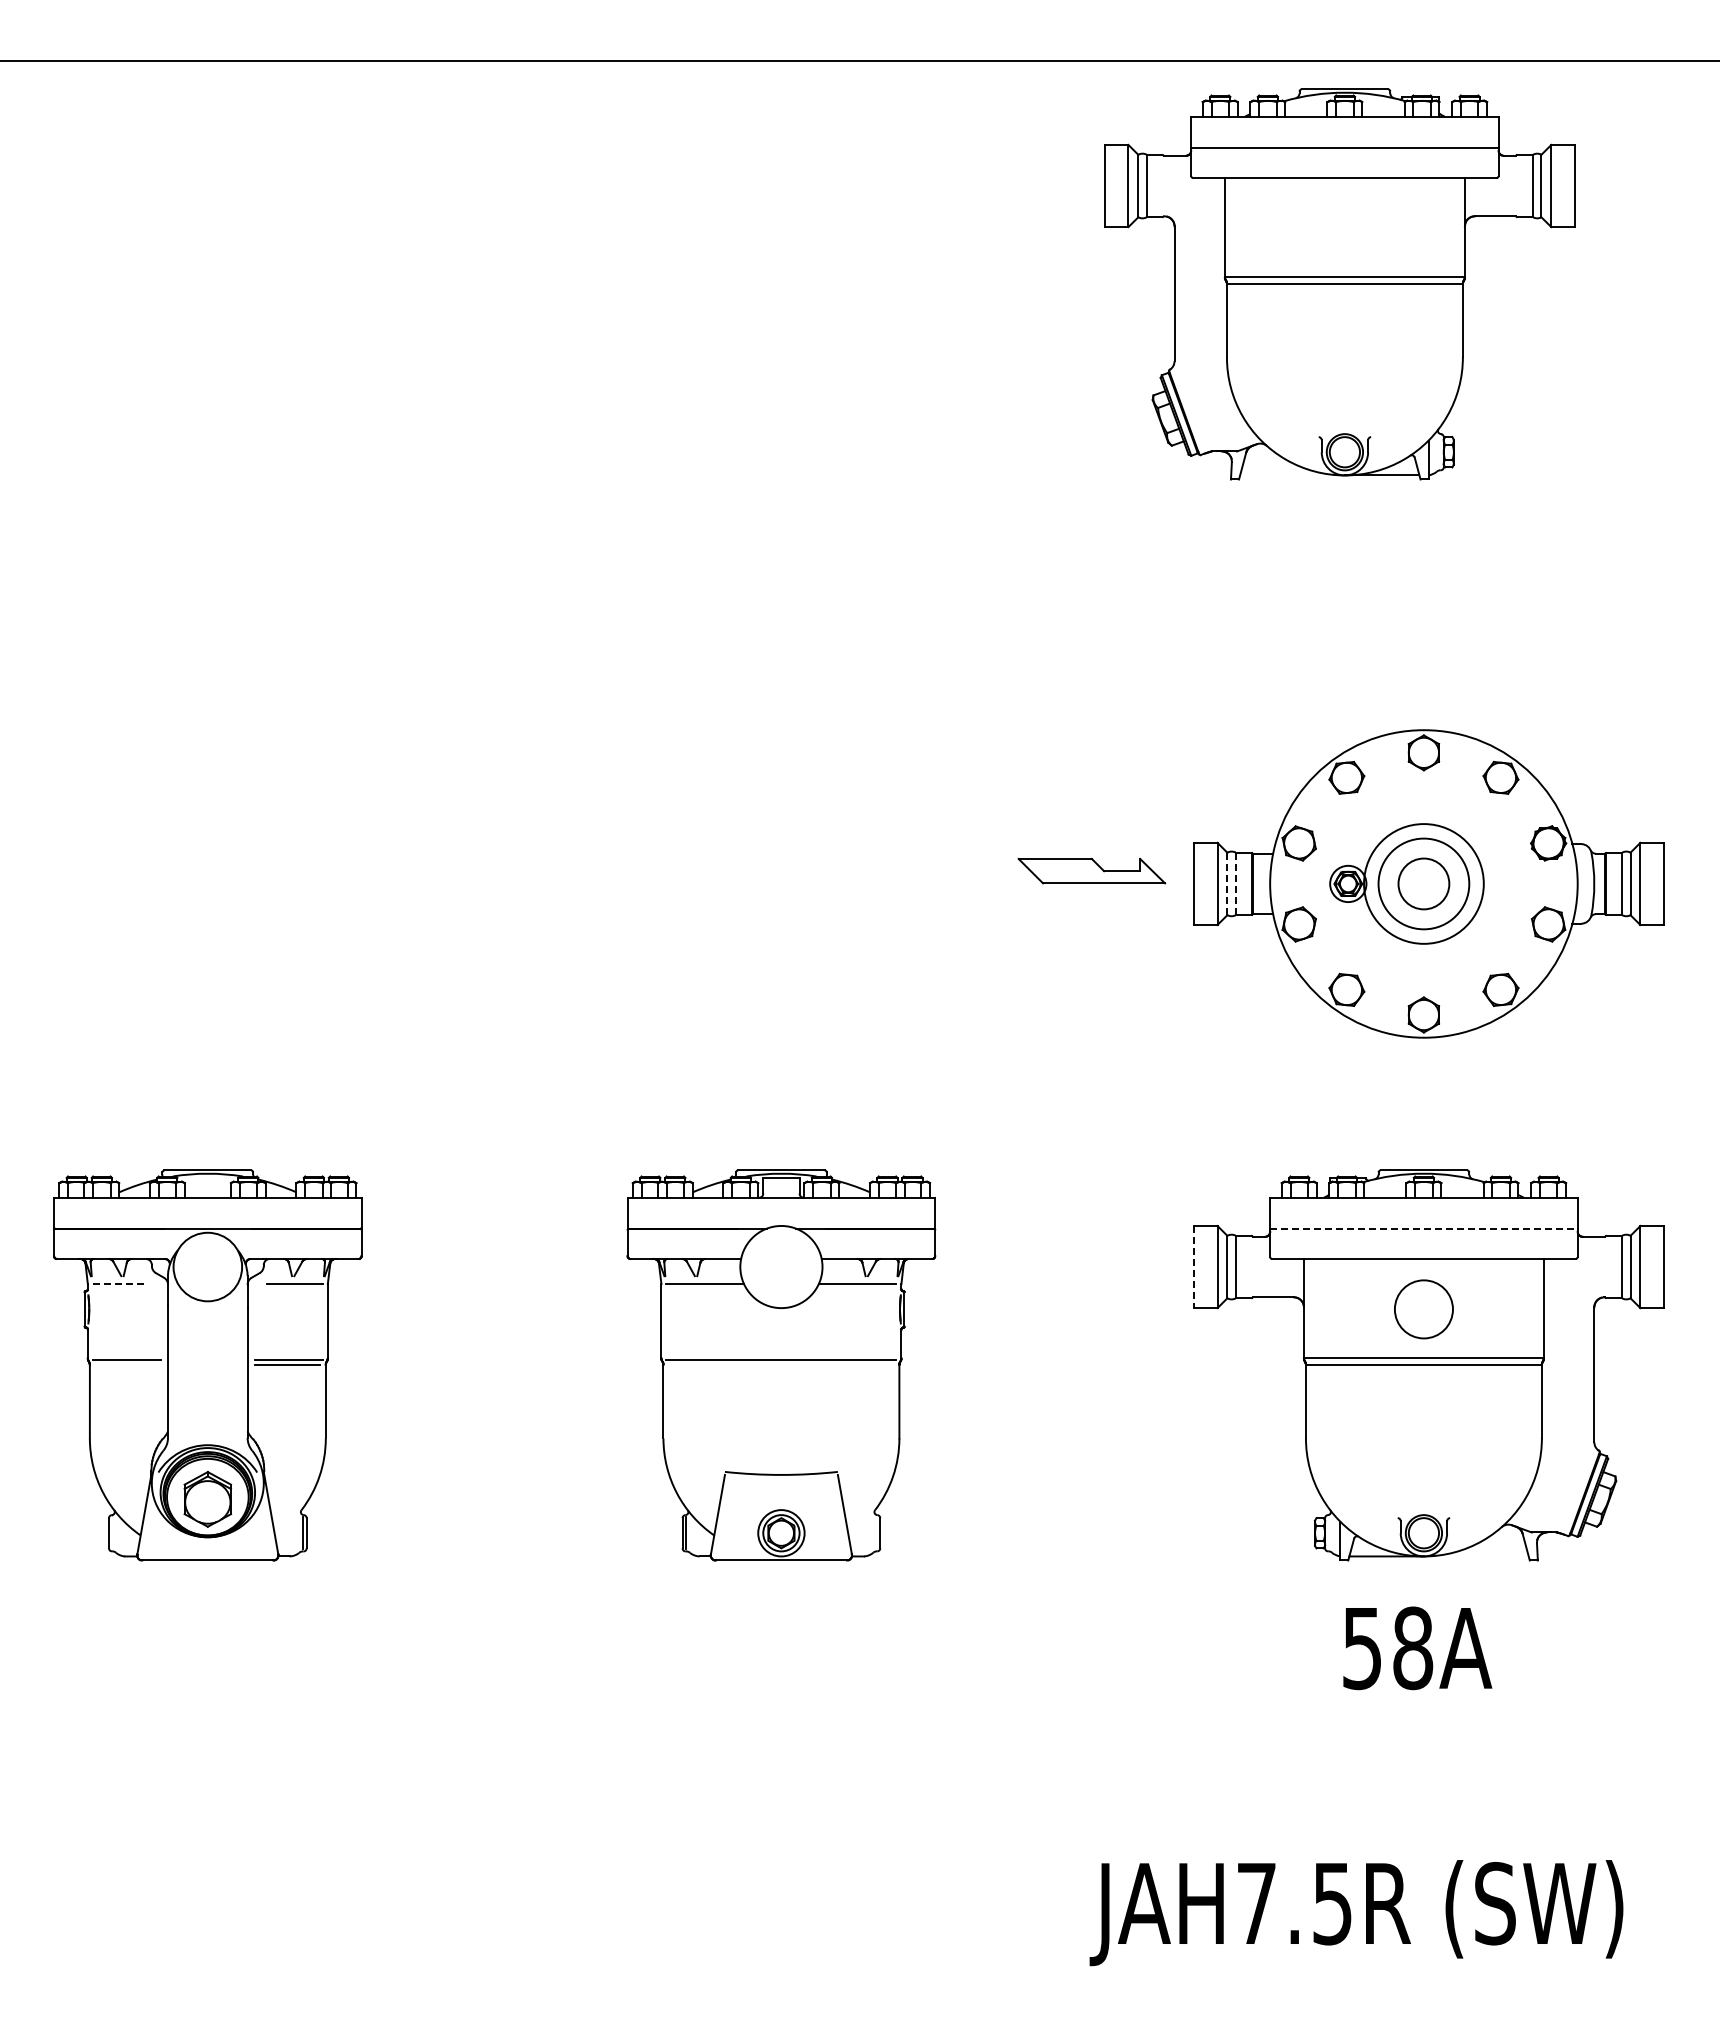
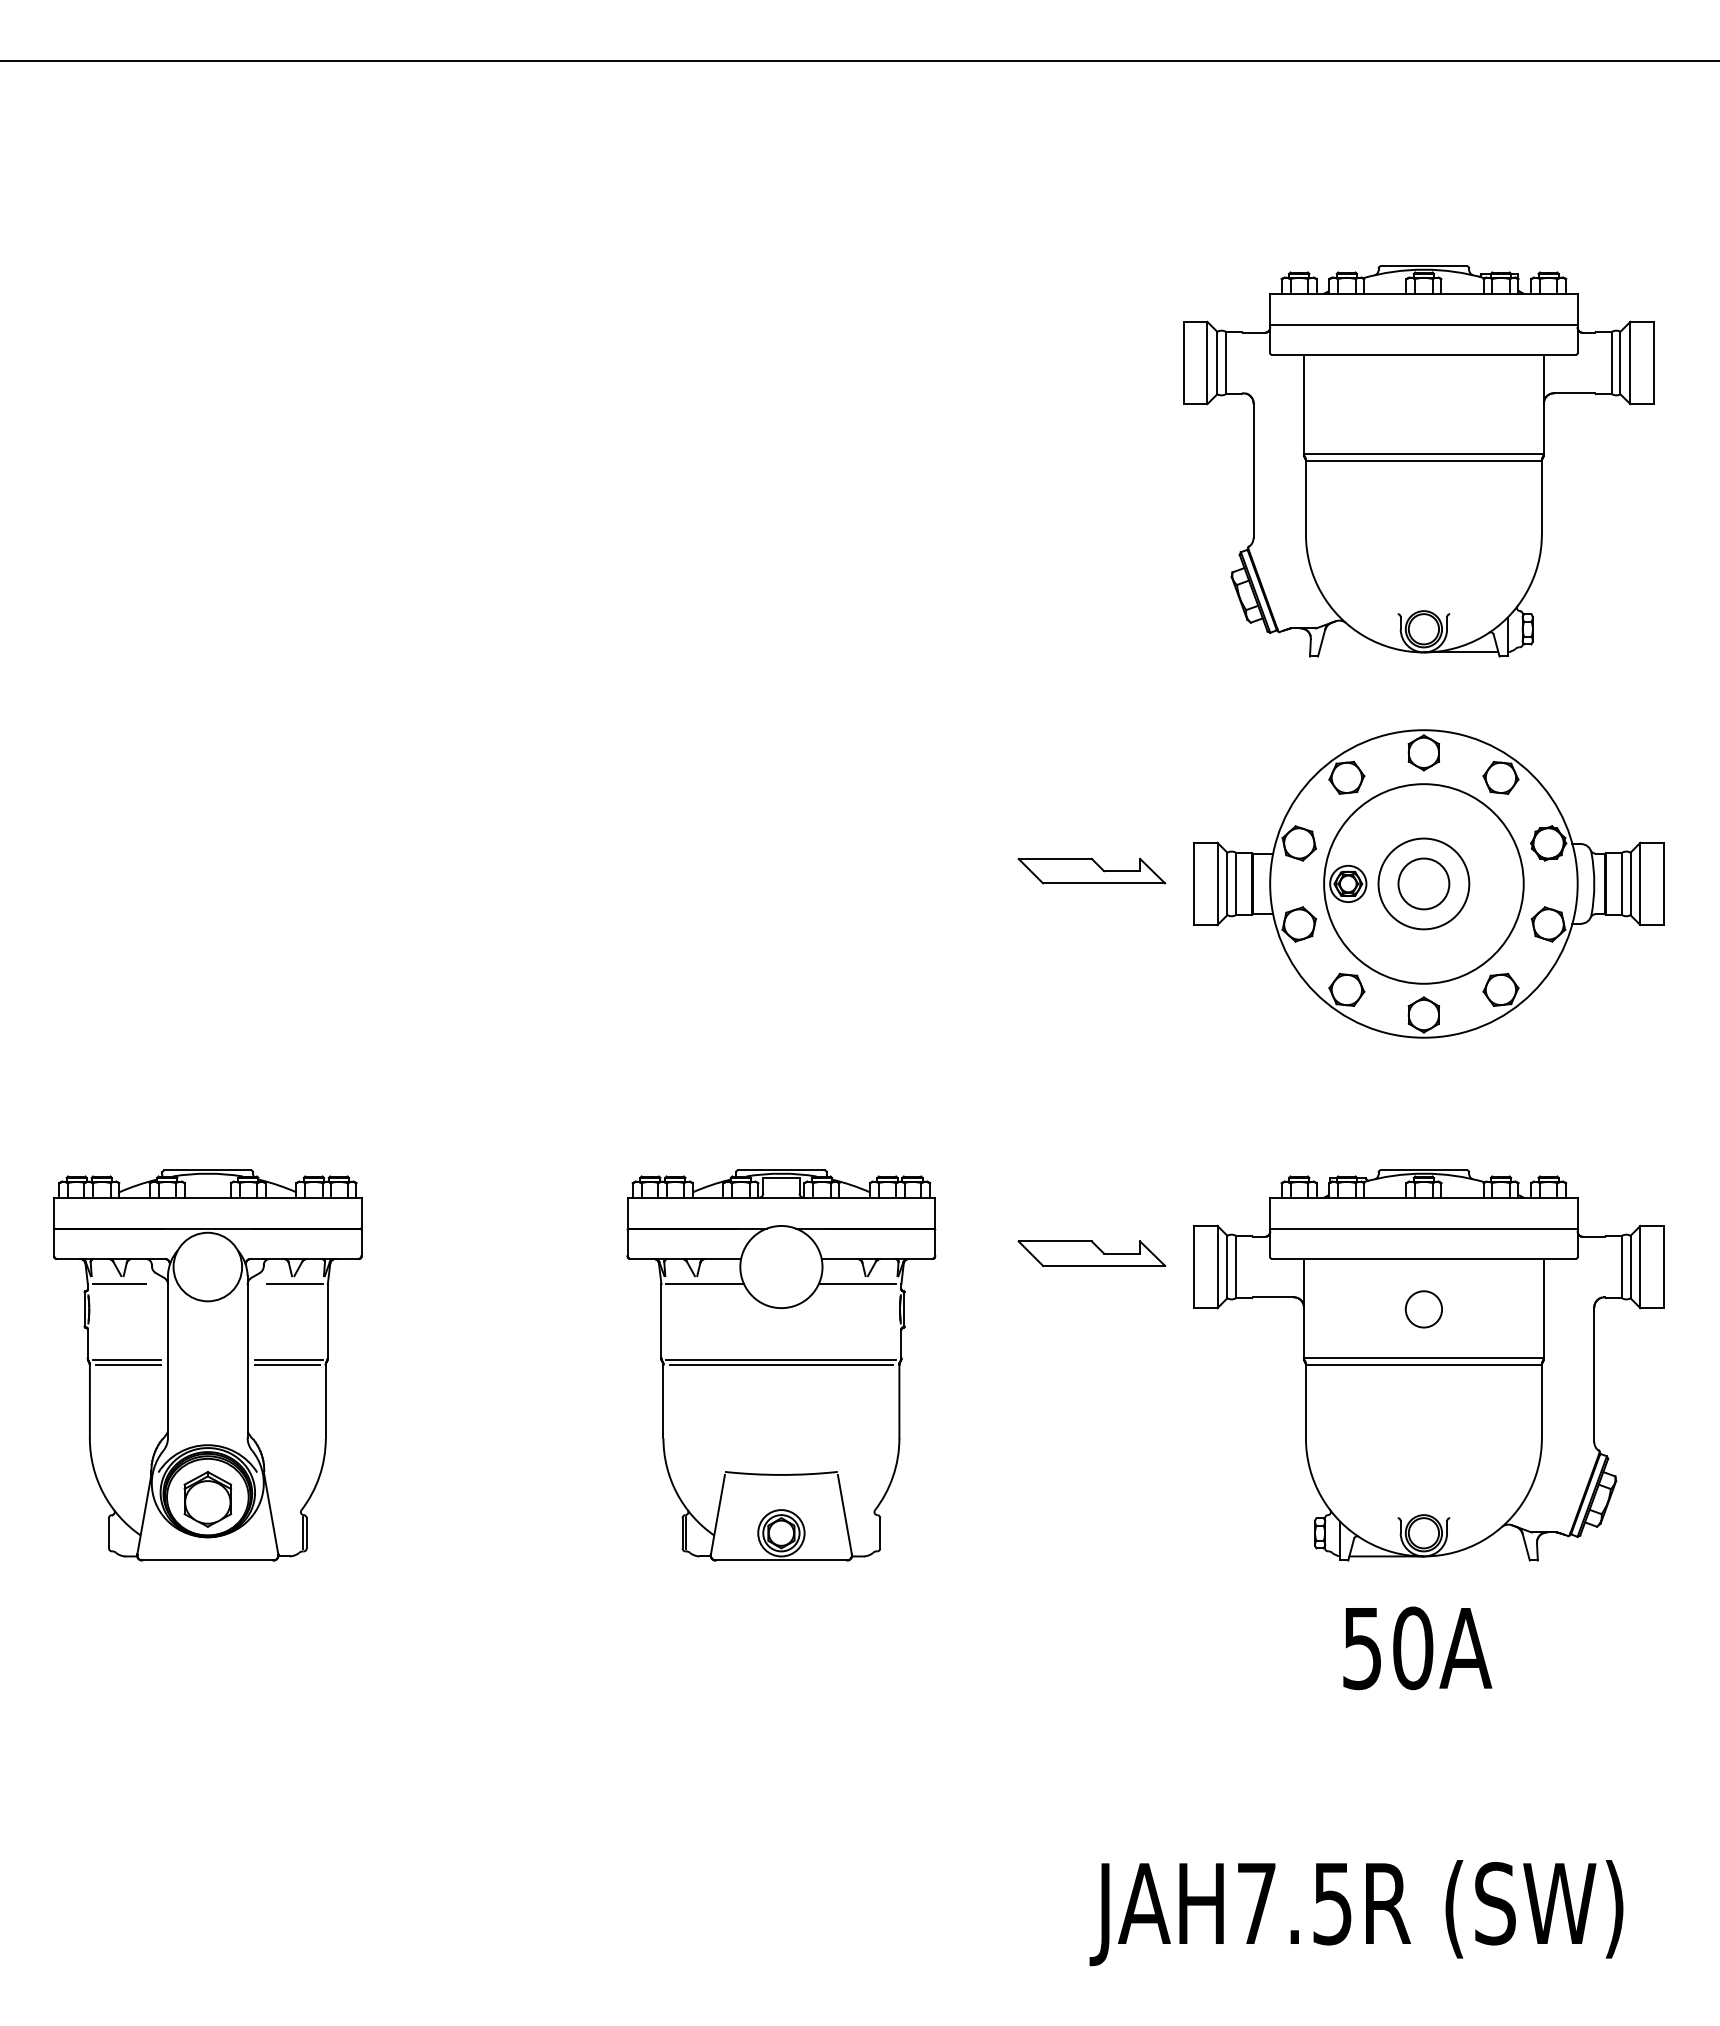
part at (1339, 284) position: (1339, 284) -> (1418, 461)
circle at (1423, 883) diameter: 120 px -> 200 px
line at (1227, 884): dashed -> solid
line at (1235, 884): dashed -> solid
line at (1423, 1228): dashed -> solid
part at (1091, 1253): none -> present
line at (1194, 1267): dashed -> solid
line at (119, 1284): dashed -> solid
circle at (1423, 1309) diameter: 58 px -> 36 px
line at (127, 1365): none -> present
line at (781, 1365): none -> present
text at (1413, 1647): 58A -> 50A
